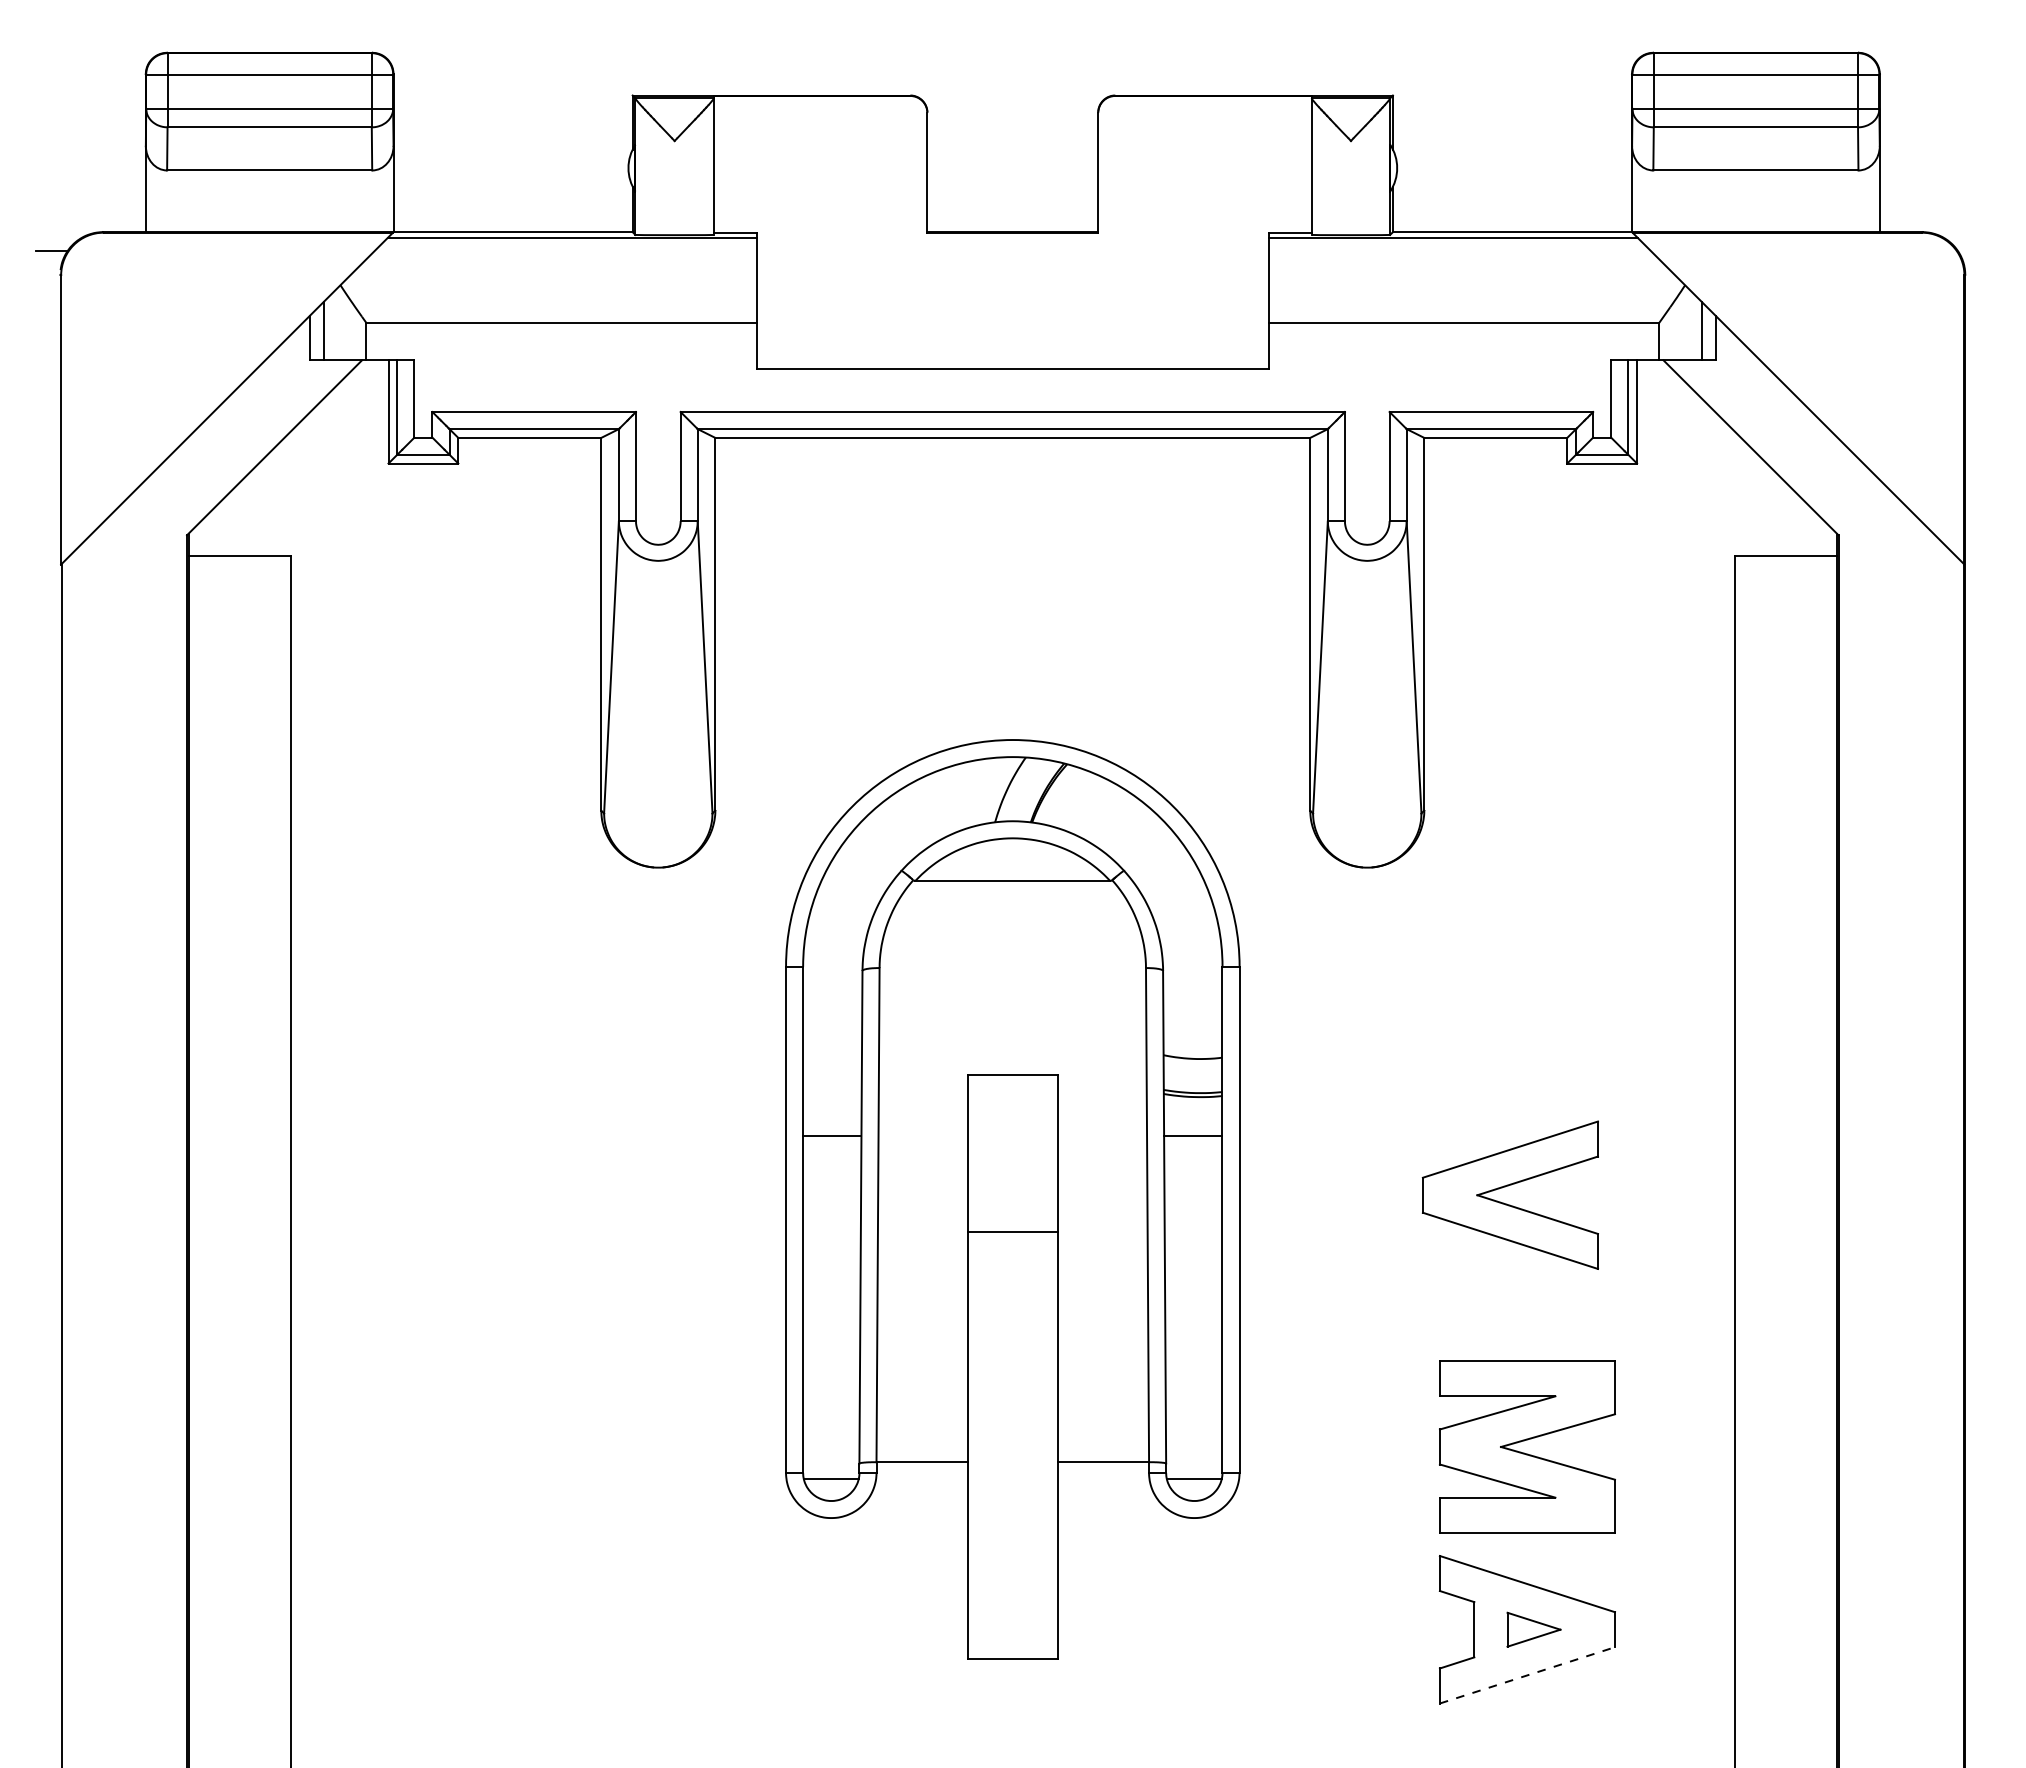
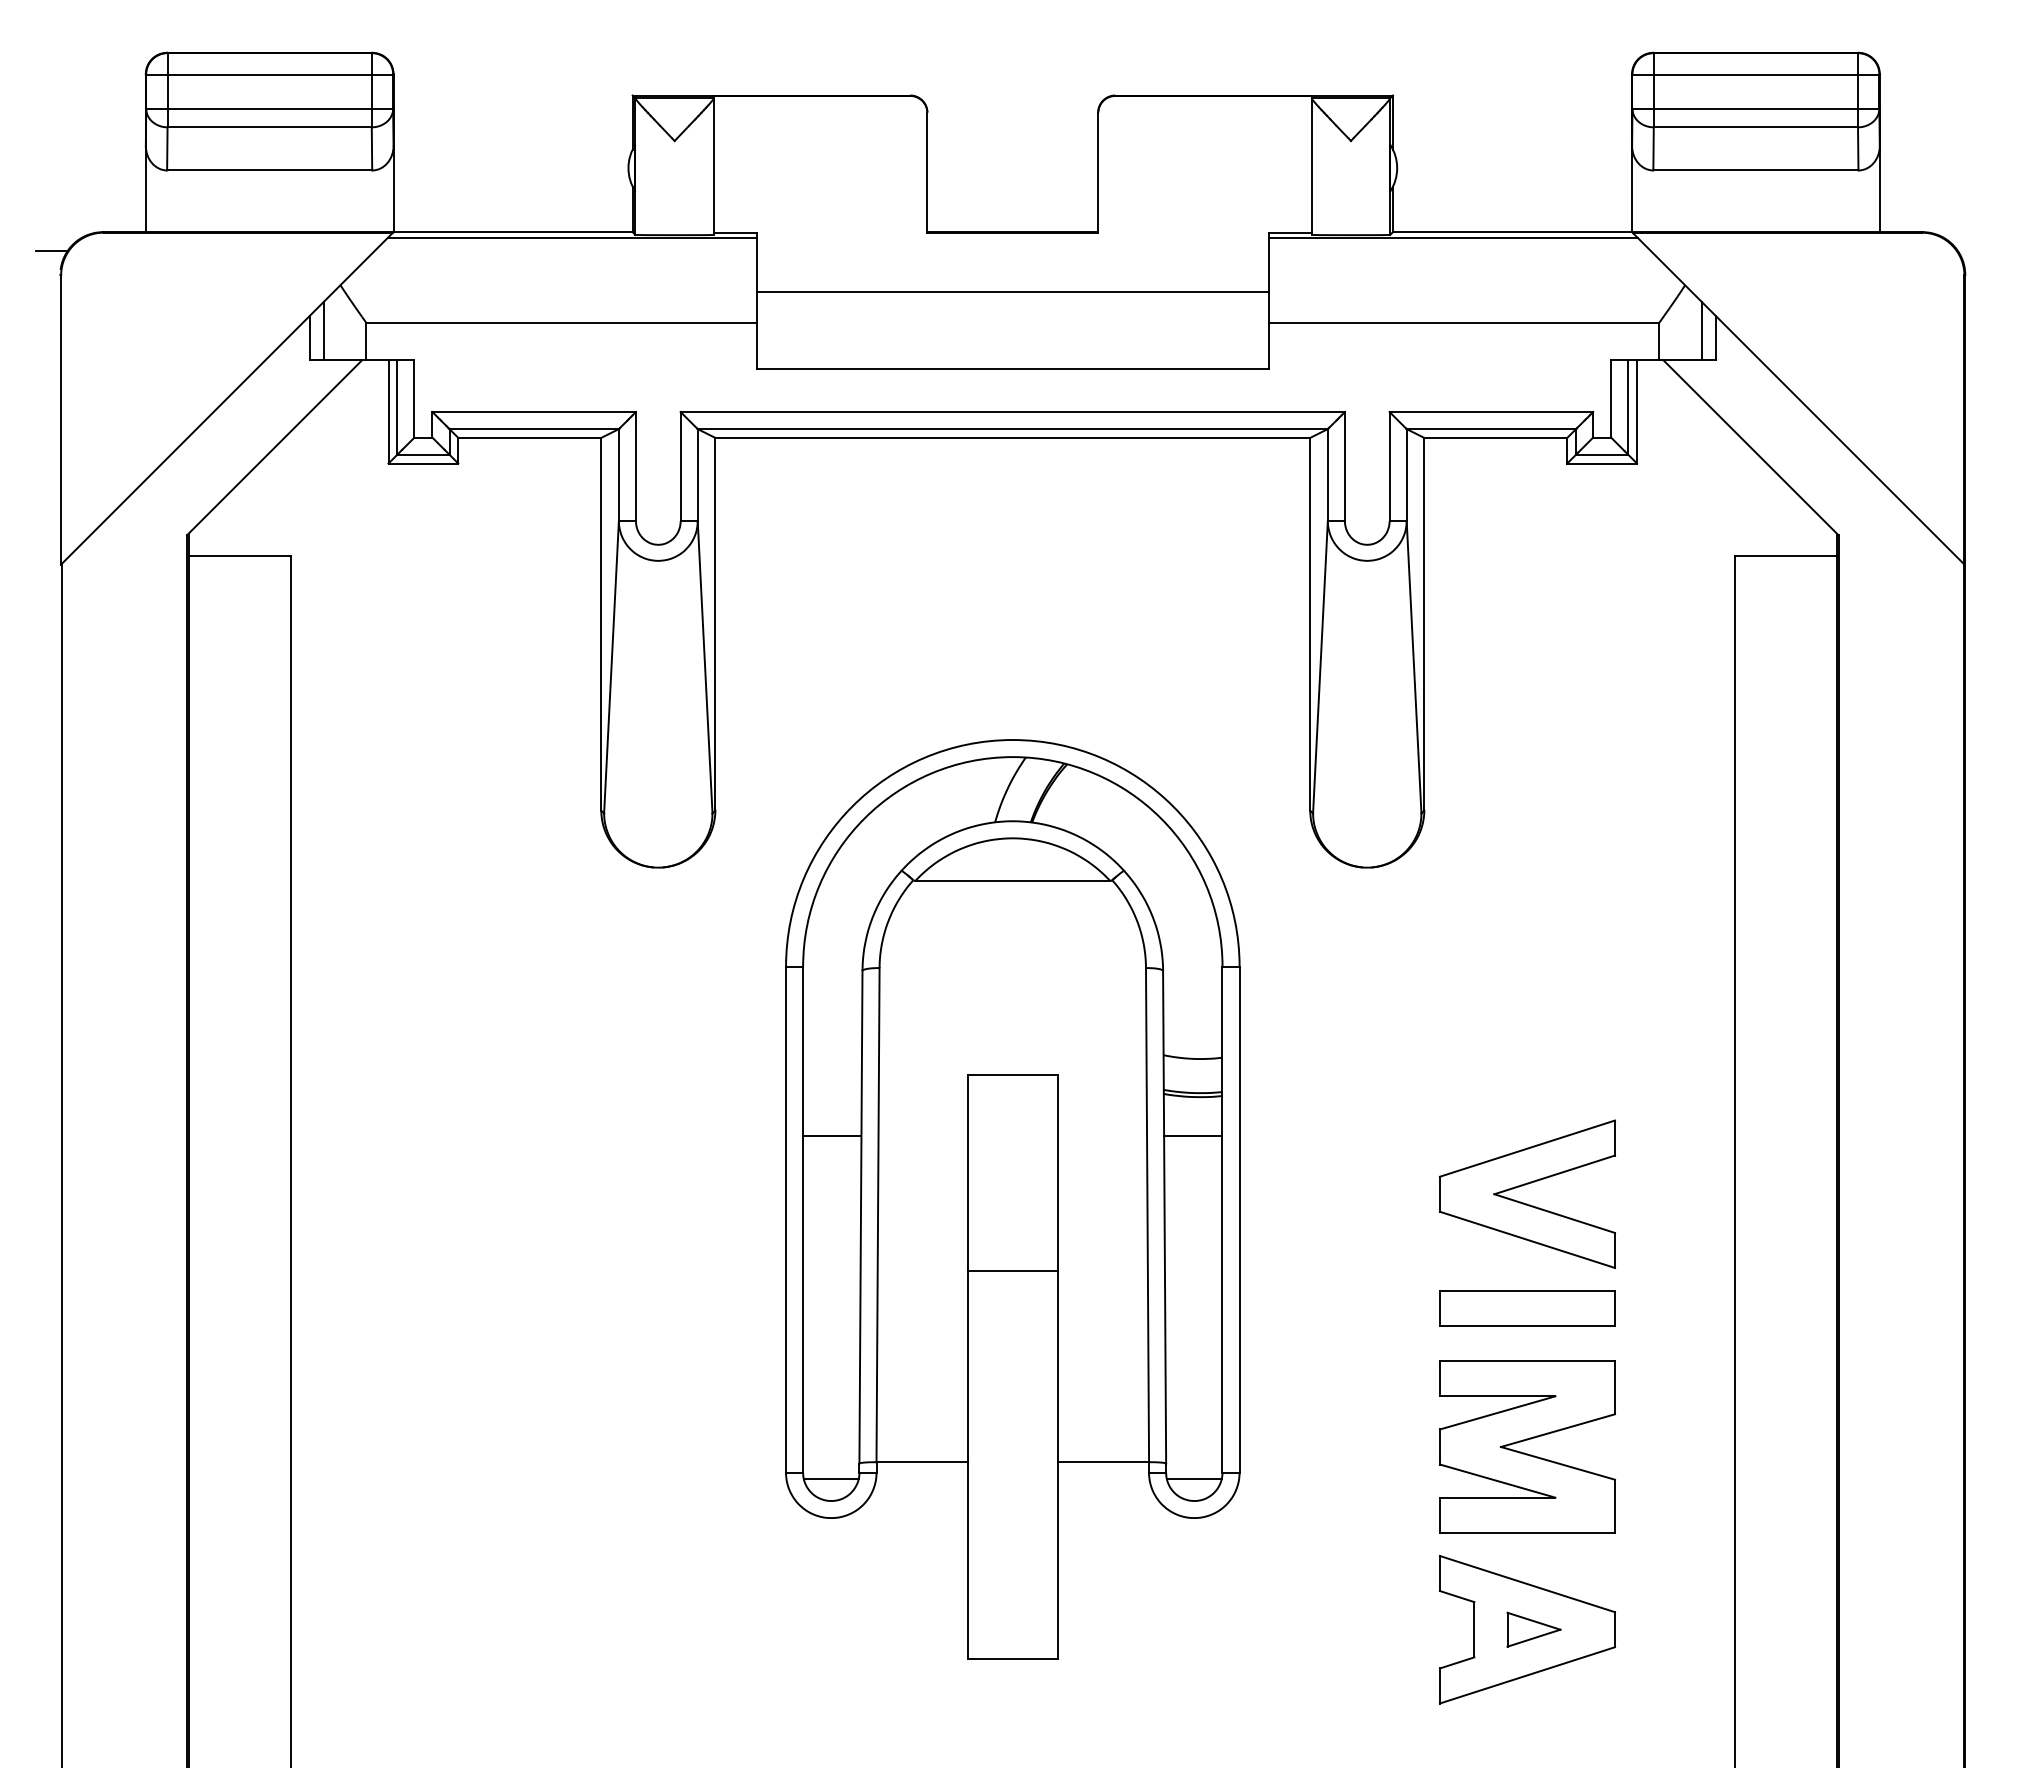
line at (1012, 292): none -> present
part at (1508, 1186) position: (1508, 1186) -> (1525, 1185)
line at (1012, 1232) position: (1012, 1232) -> (1012, 1271)
part at (1527, 1308): none -> present
line at (1527, 1675): dashed -> solid
